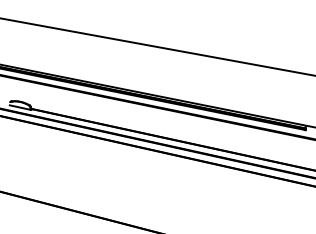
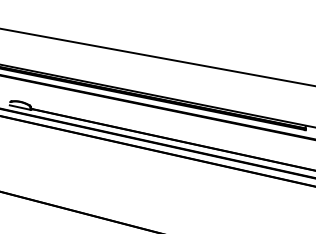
line at (157, 46) position: (157, 46) -> (157, 57)
